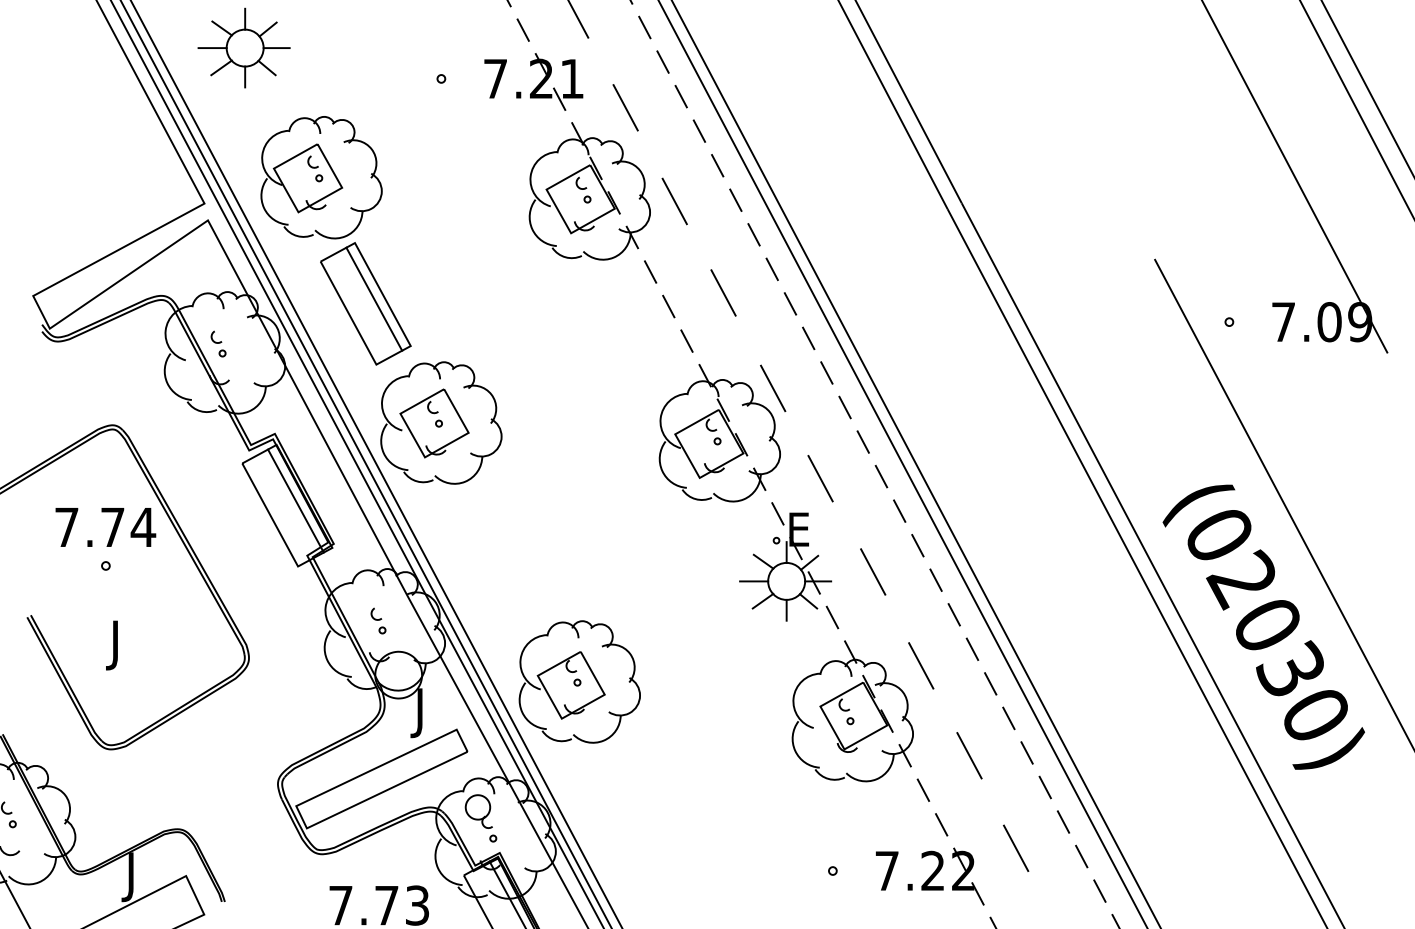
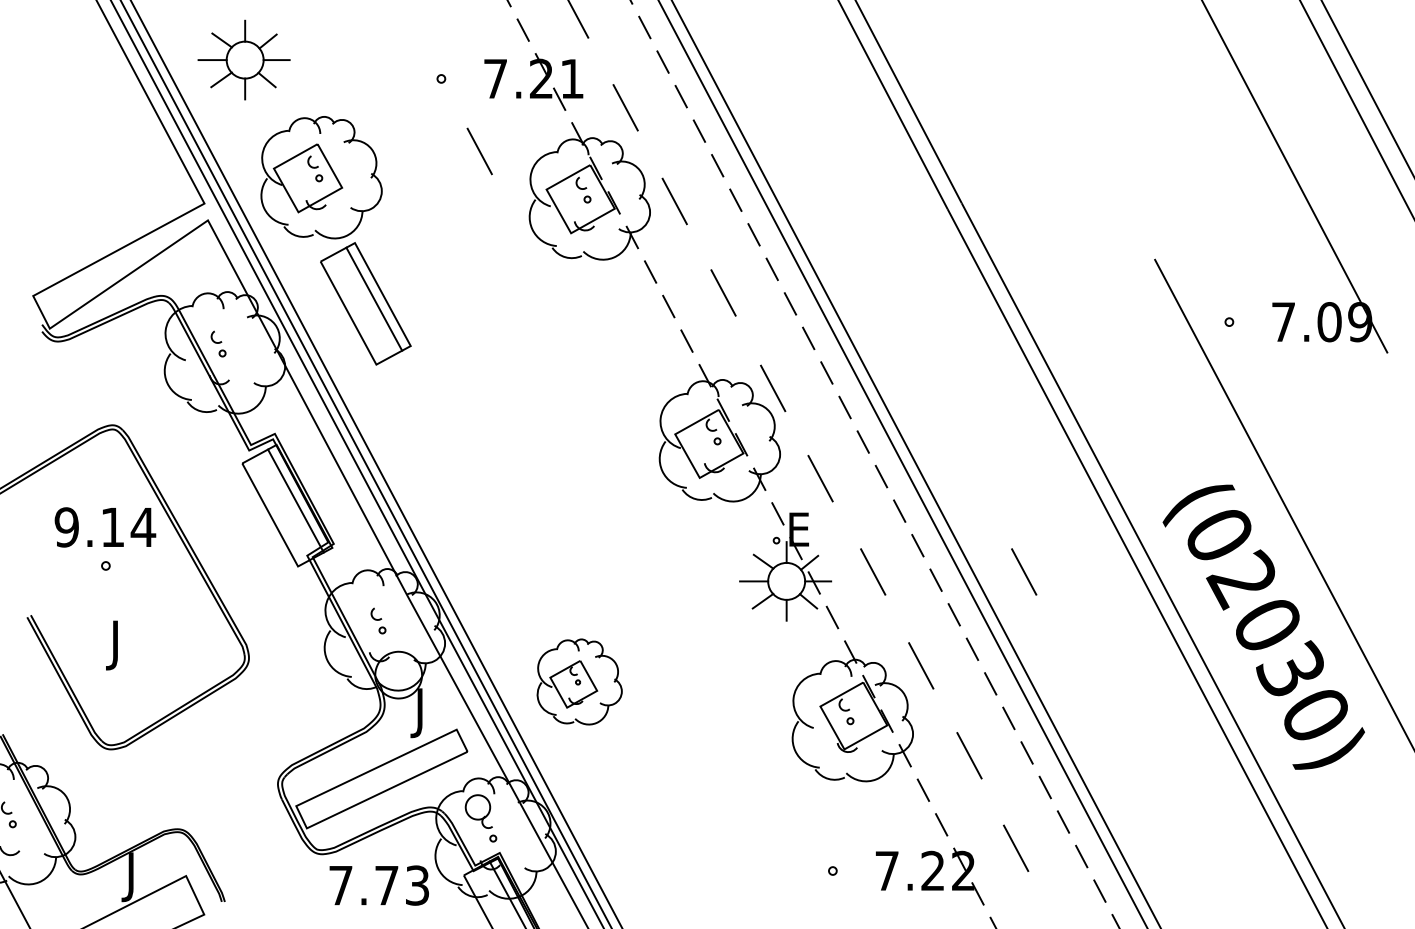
part at (243, 47) position: (243, 47) -> (243, 59)
line at (479, 151): none -> present
part at (441, 422): present -> none
text at (89, 527): 7.74 -> 9.14
line at (1024, 571): none -> present
part at (579, 681) size: 123x124 px -> 87x88 px
text at (378, 905) position: (378, 905) -> (378, 885)
